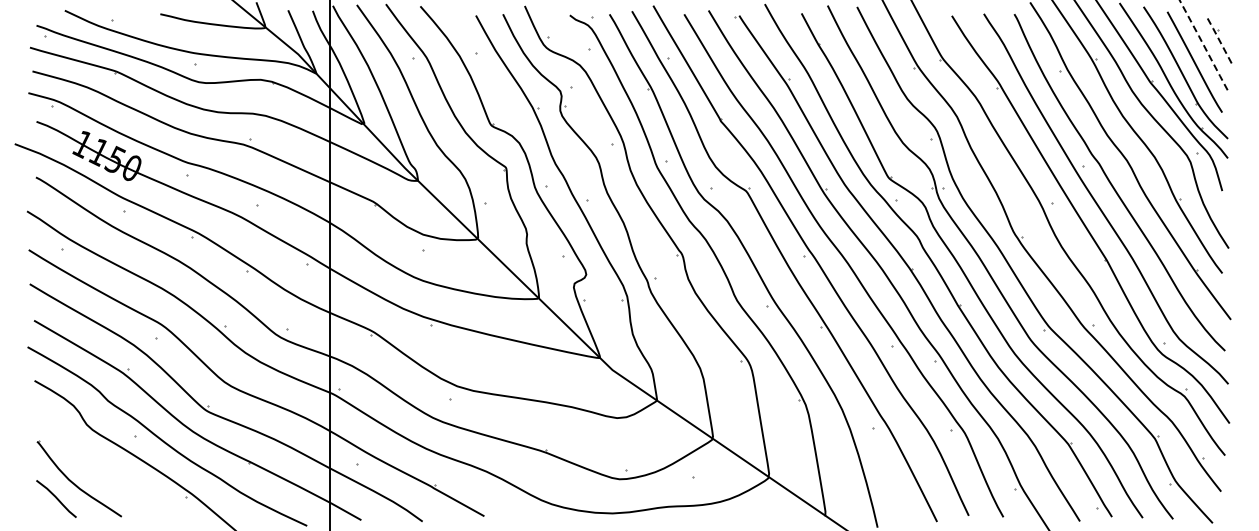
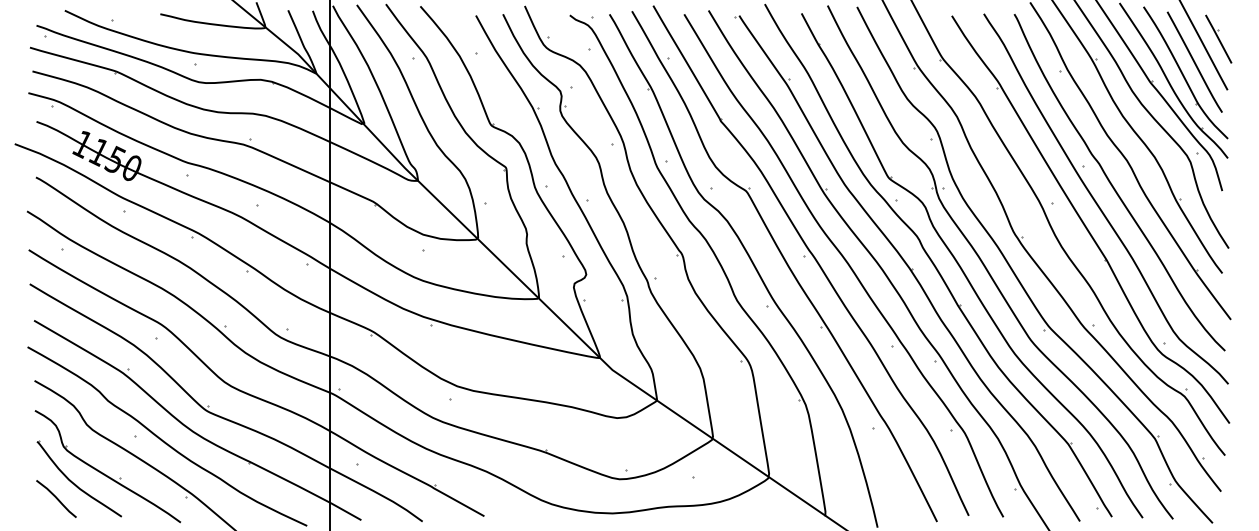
line at (1218, 38): dashed -> solid
line at (1203, 45): dashed -> solid
part at (104, 473): none -> present
